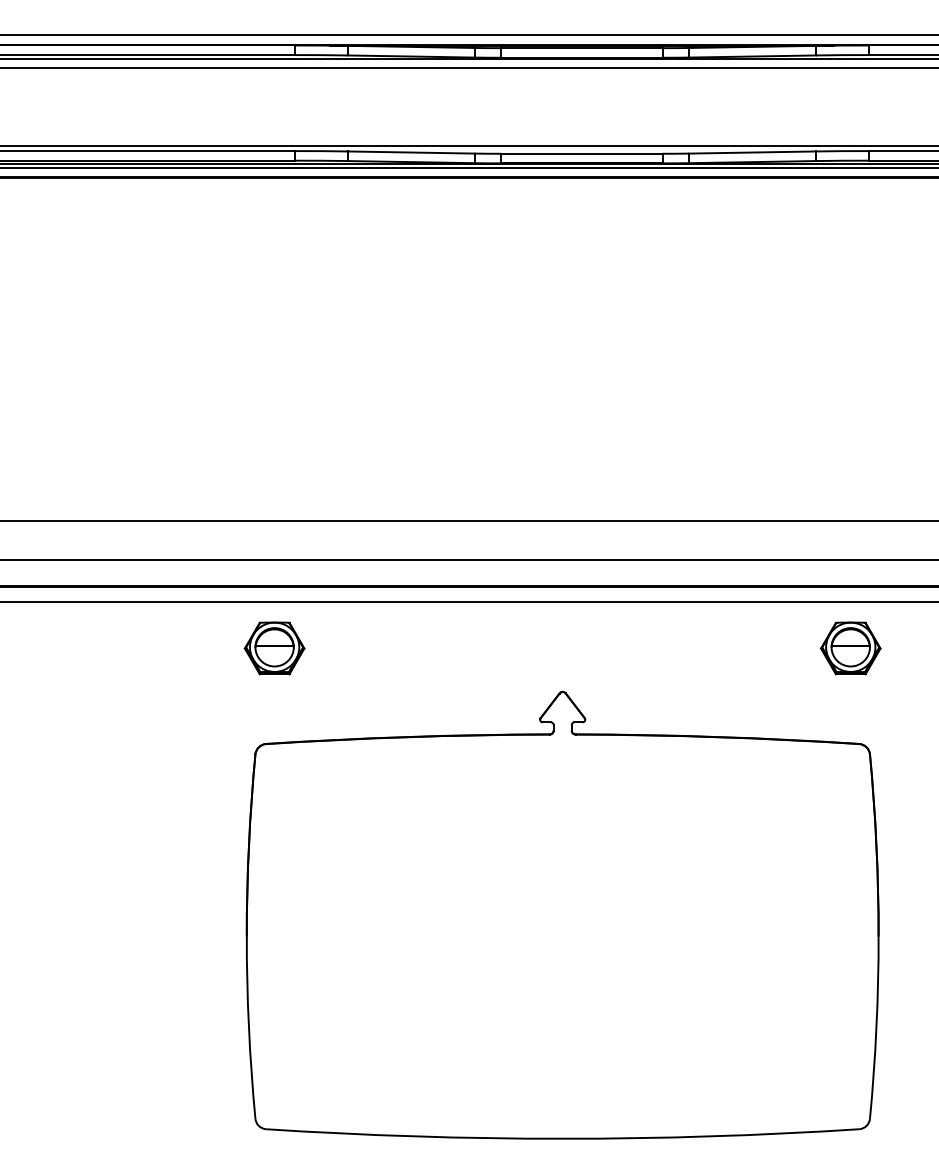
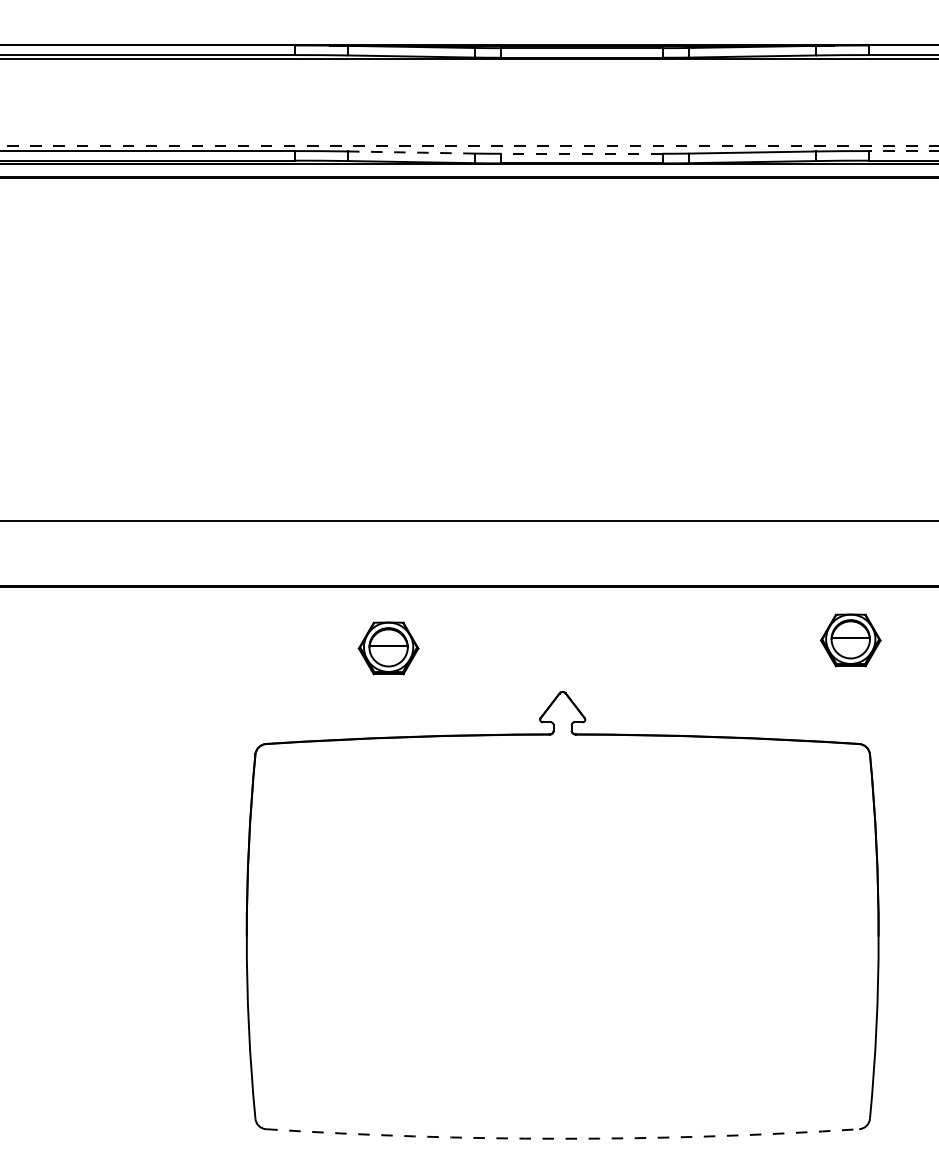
line at (468, 35): present -> none
line at (468, 68): present -> none
line at (469, 145): solid -> dashed
line at (903, 151): solid -> dashed
line at (410, 152): solid -> dashed
line at (581, 153): solid -> dashed
line at (468, 167): present -> none
line at (468, 559): present -> none
line at (468, 601): present -> none
part at (274, 648) position: (274, 648) -> (388, 648)
part at (850, 648) position: (850, 648) -> (850, 640)
arc at (562, 1138): solid -> dashed
